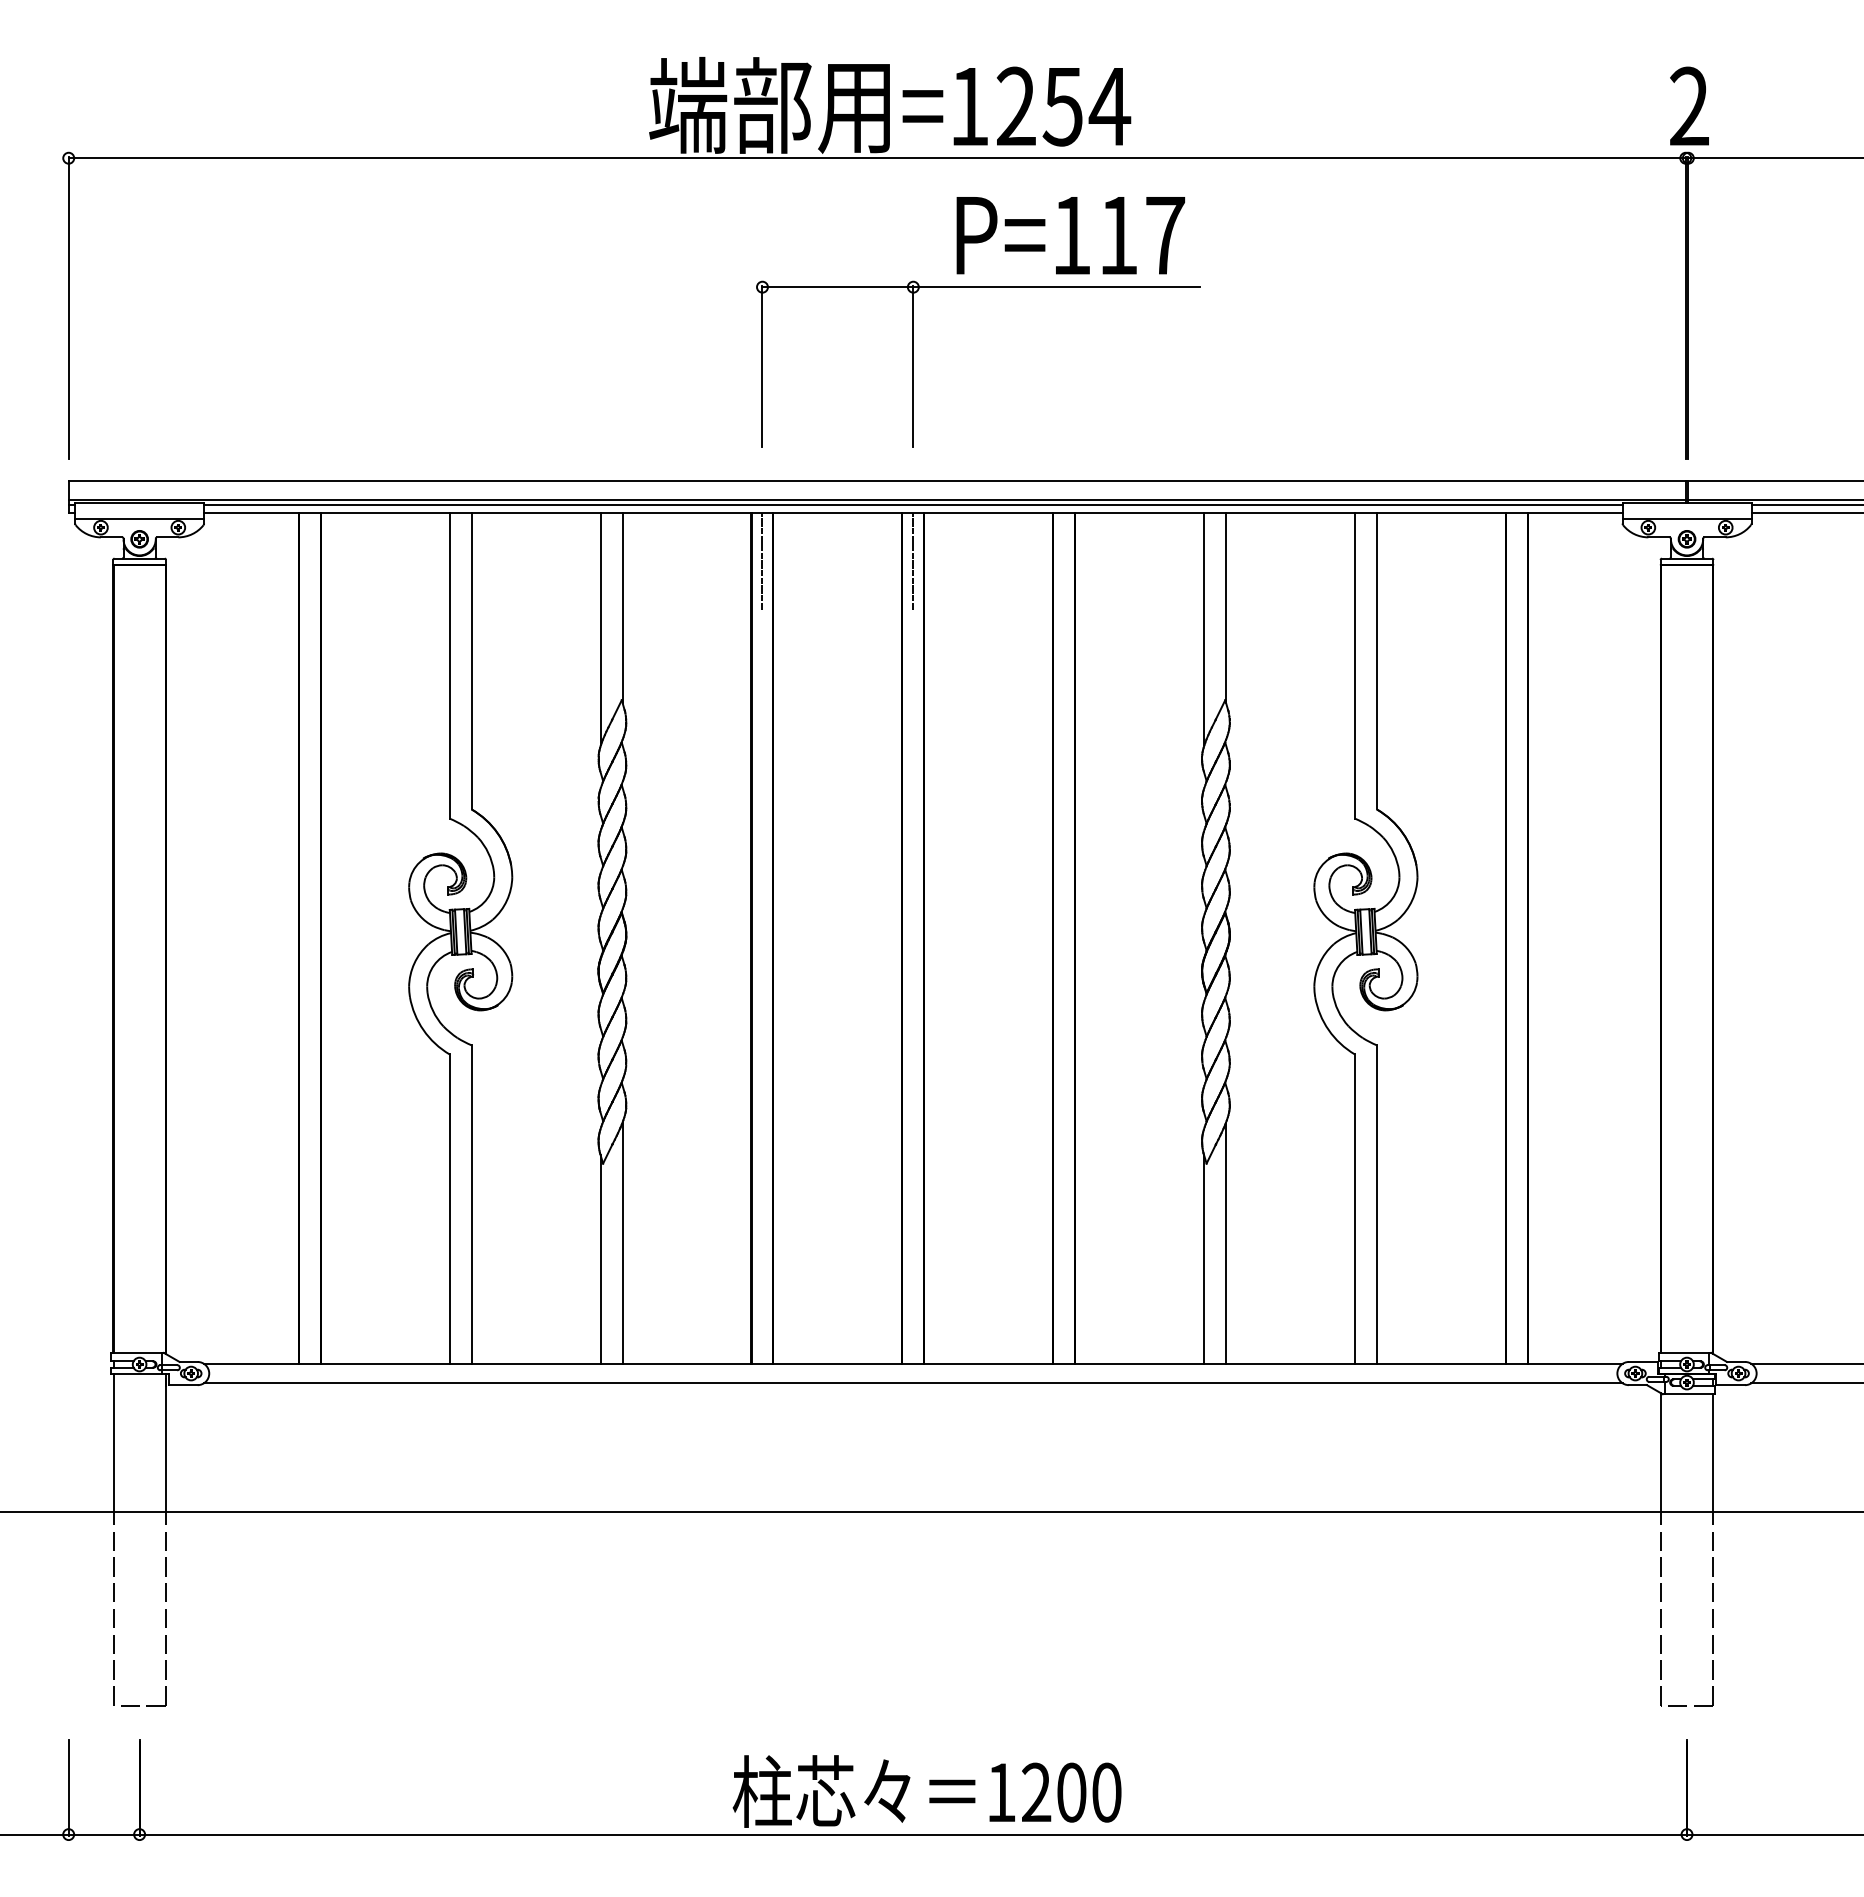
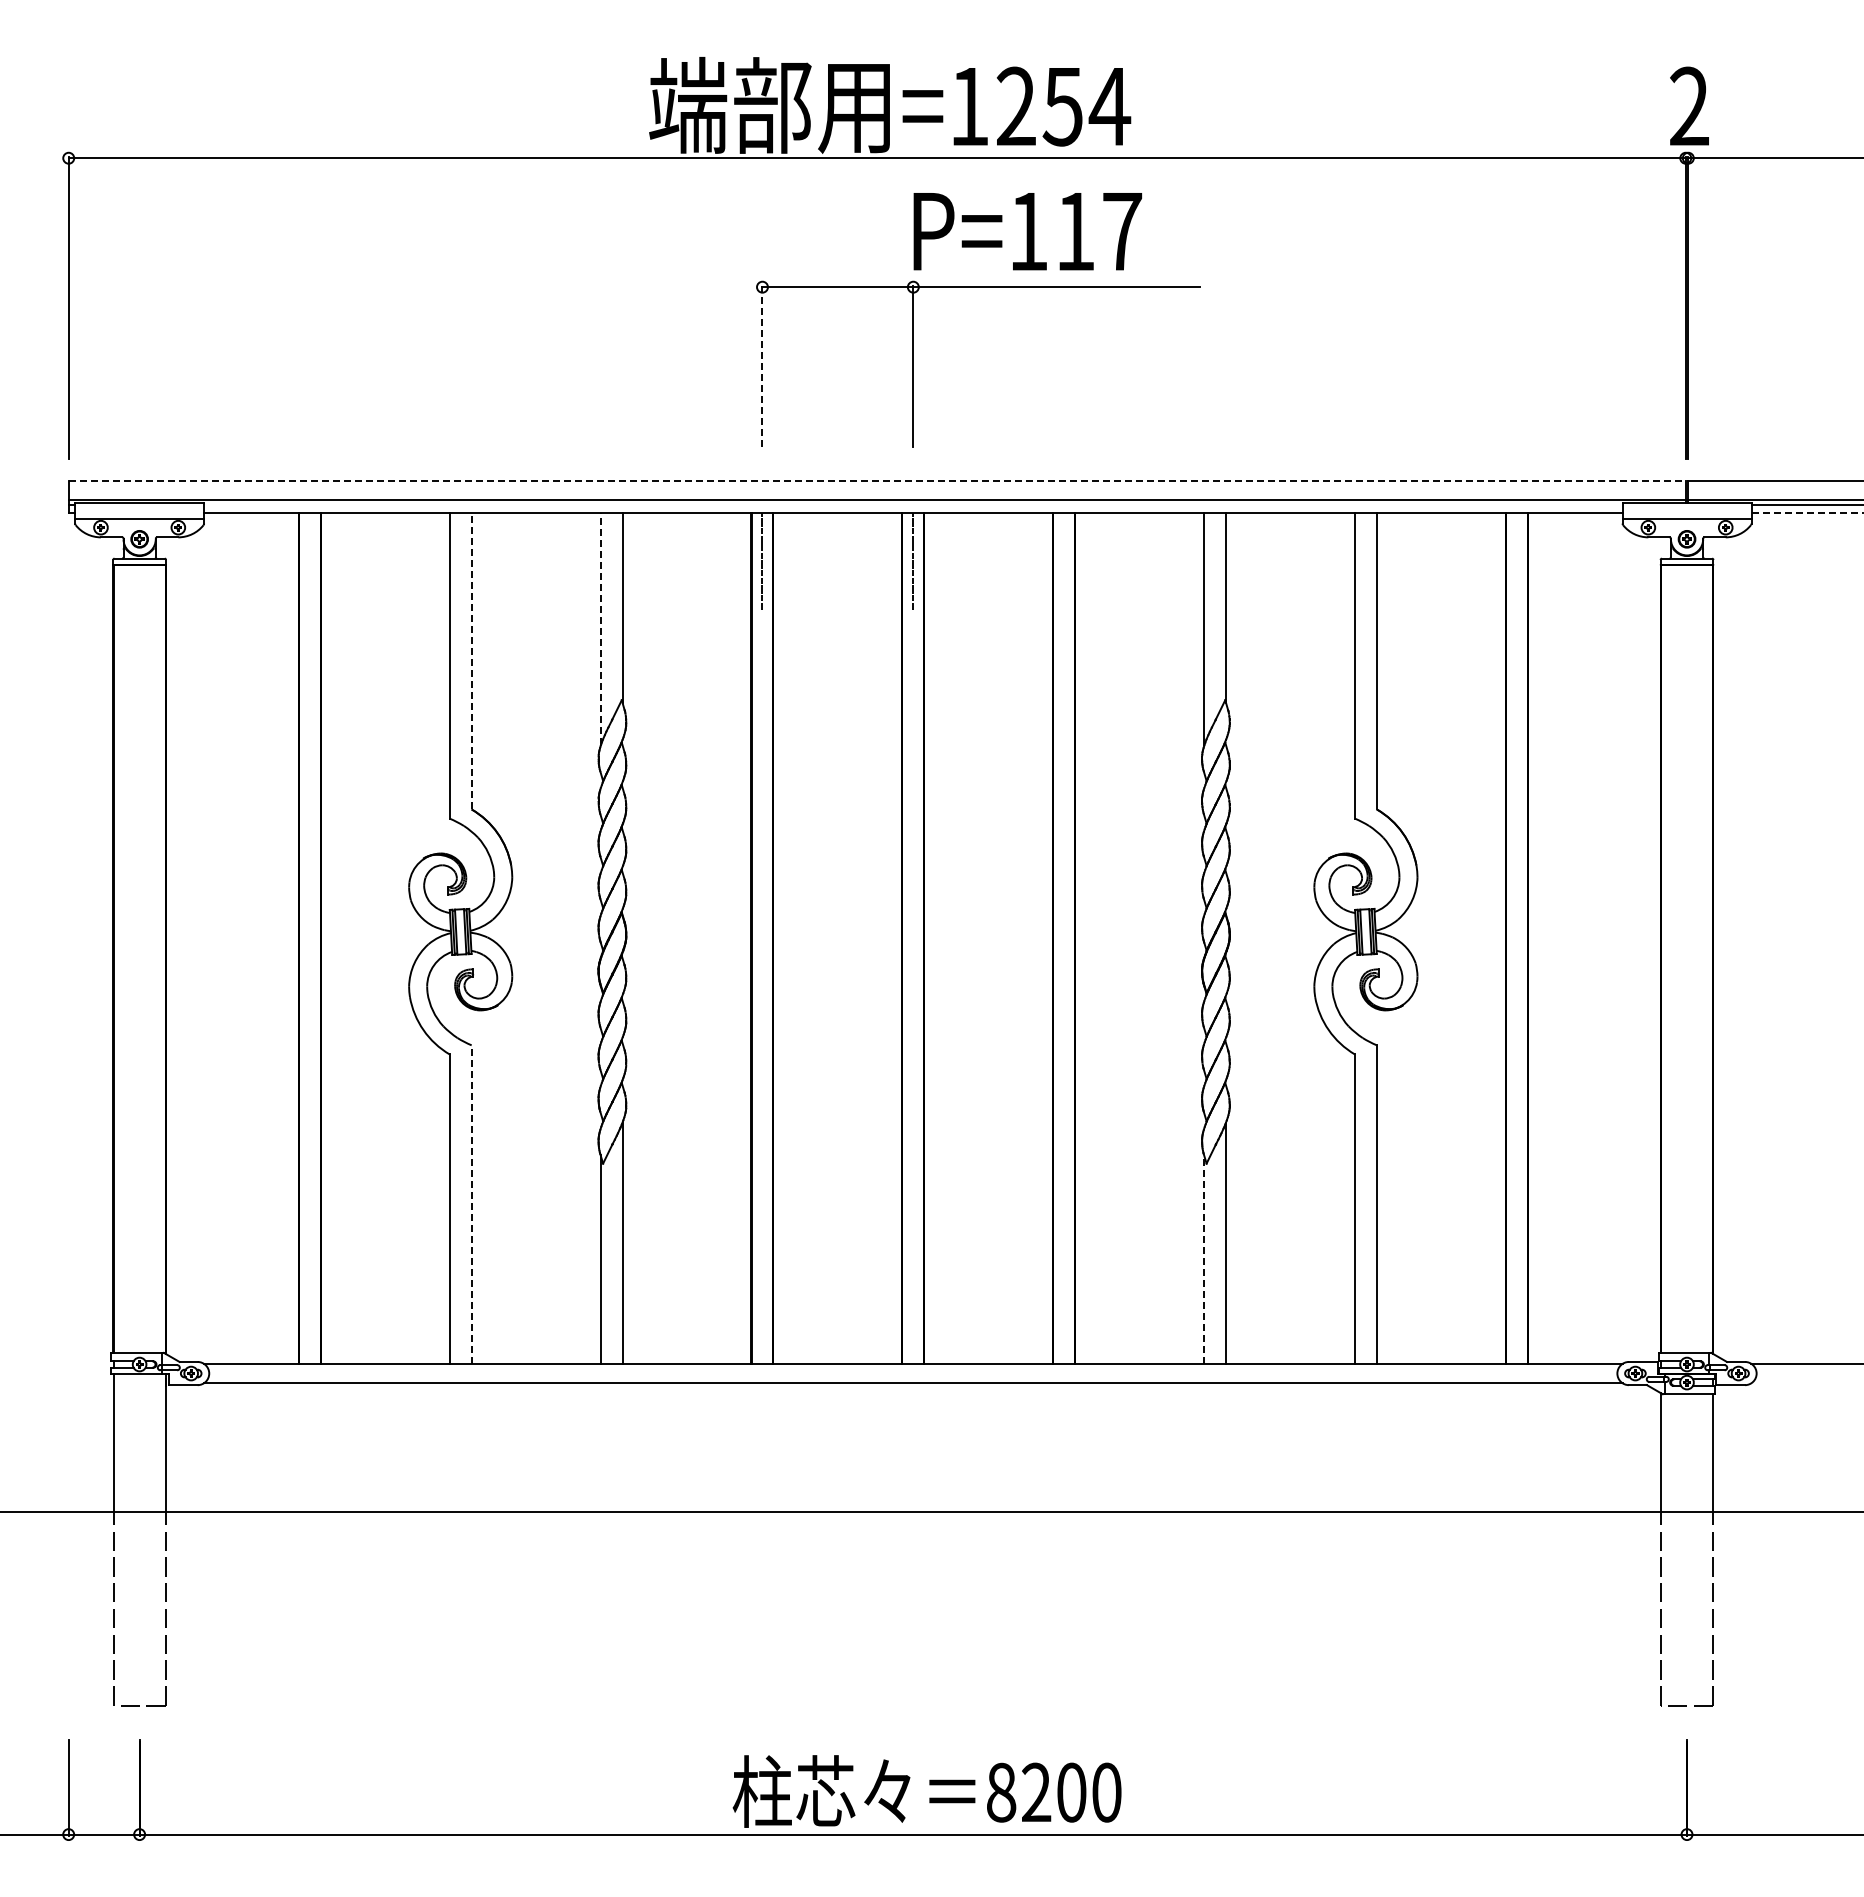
text at (1070, 235) position: (1070, 235) -> (1027, 231)
line at (762, 366): solid -> dashed
line at (877, 480): solid -> dashed
line at (913, 505): present -> none
line at (1807, 512): solid -> dashed
line at (600, 628): solid -> dashed
line at (471, 660): solid -> dashed
line at (471, 1204): solid -> dashed
line at (1204, 1259): solid -> dashed
line at (1805, 1383): present -> none
text at (1001, 1792): 1200 -> 8200
